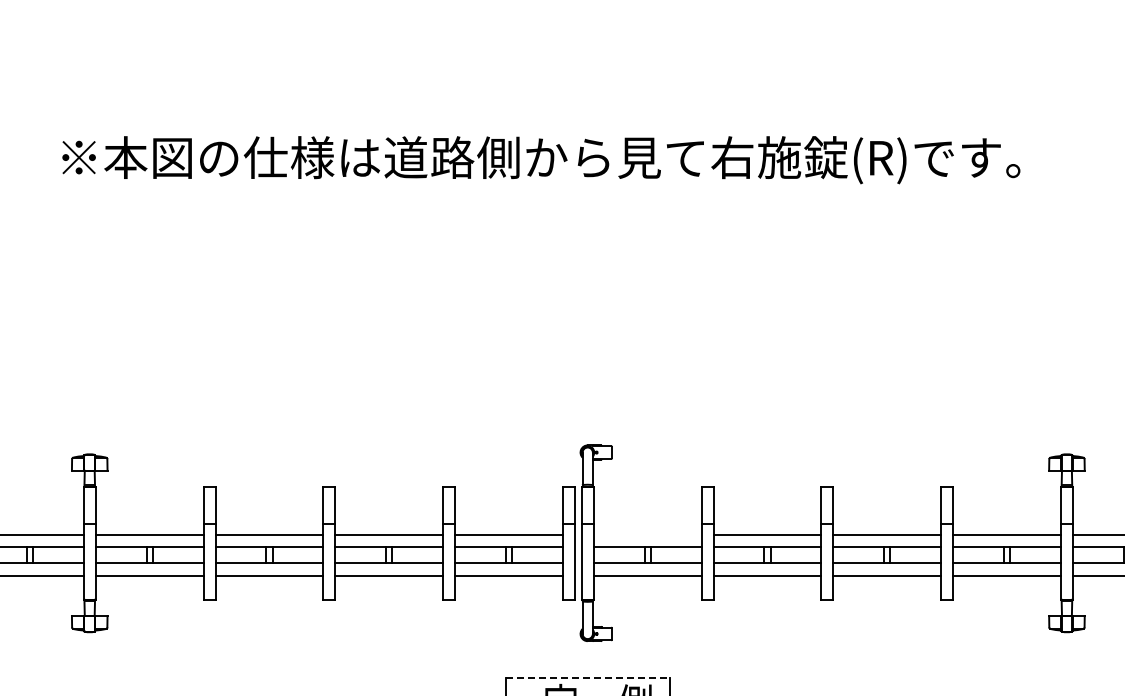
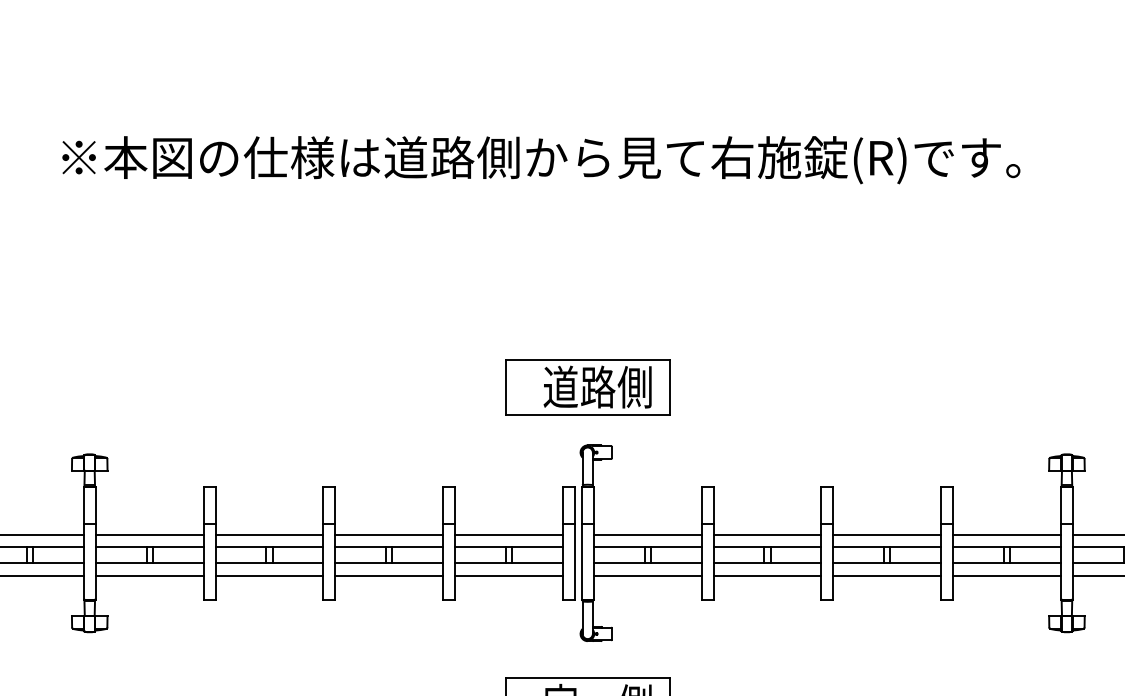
part at (587, 387): none -> present
line at (647, 534): none -> present
line at (588, 678): dashed -> solid
